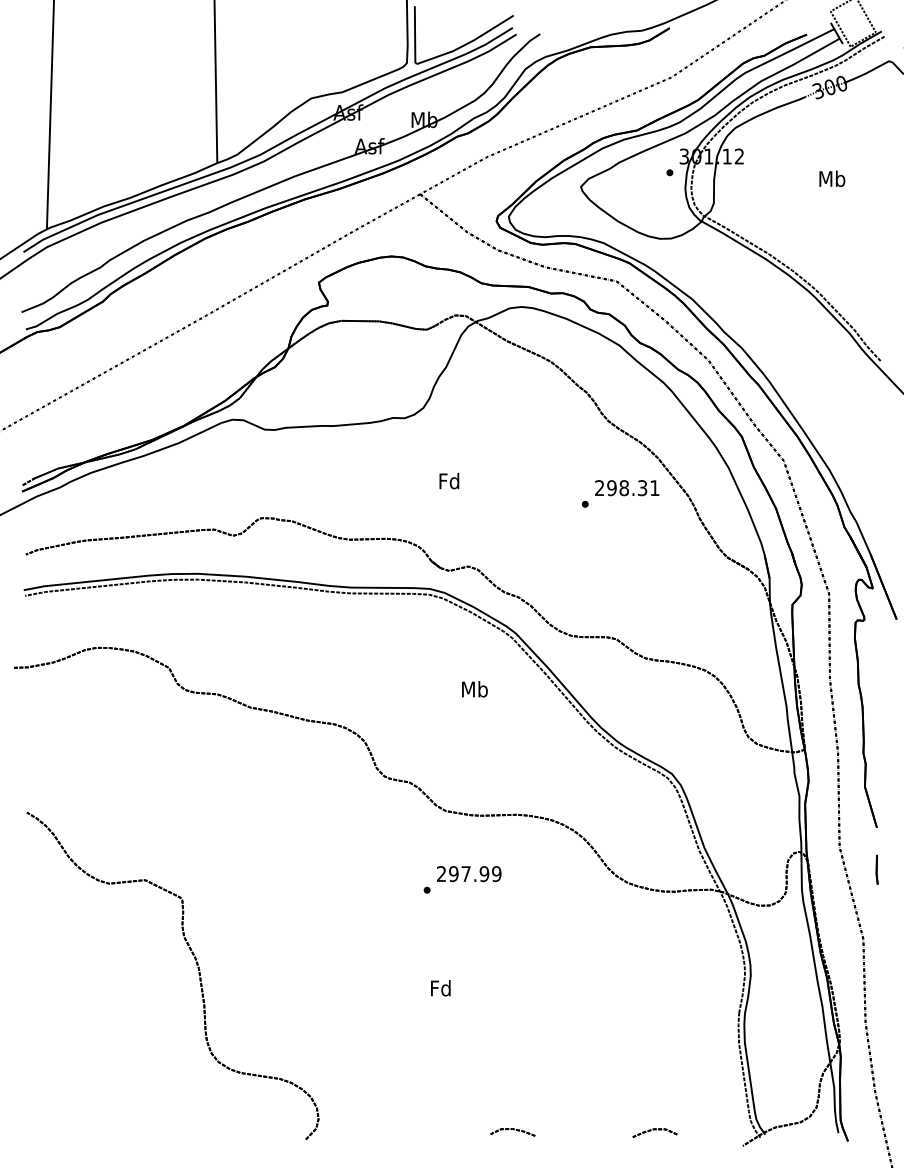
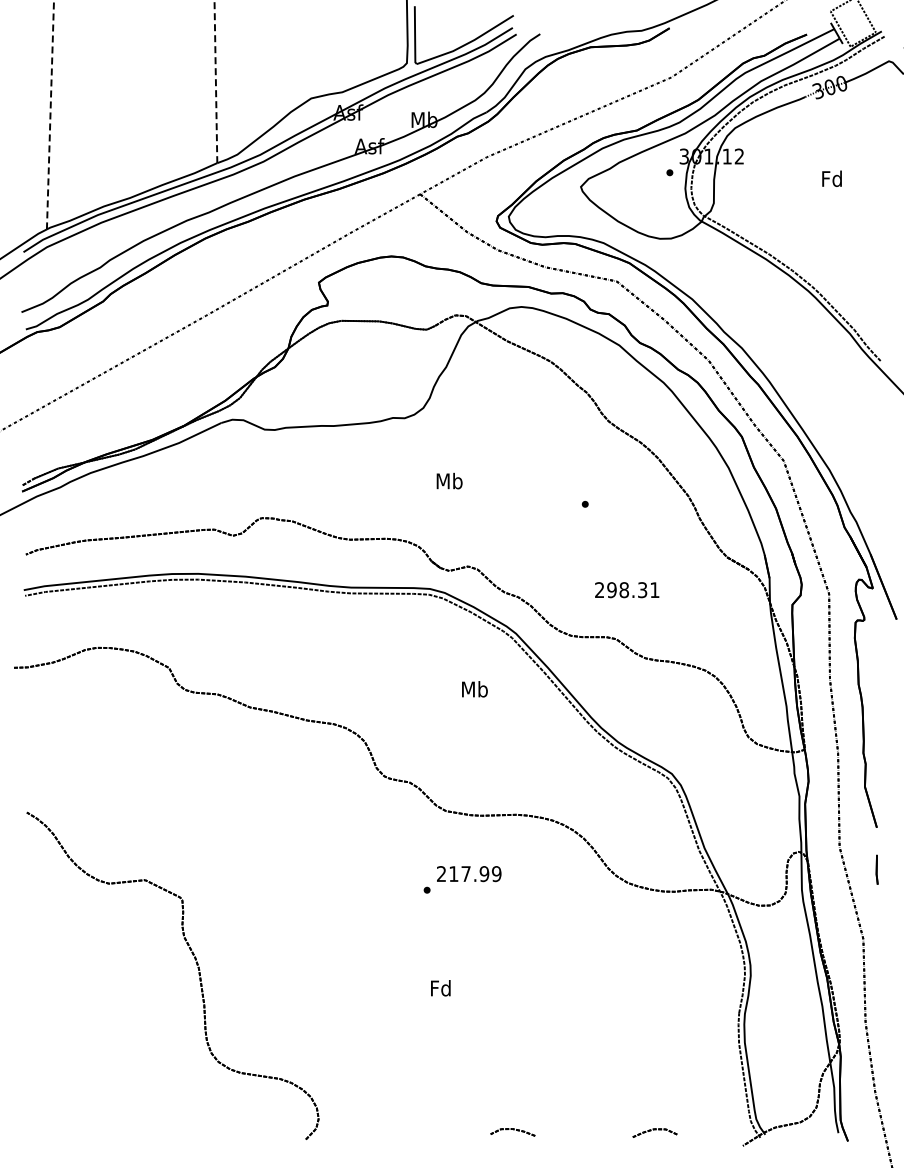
line at (215, 81): solid -> dashed
line at (50, 114): solid -> dashed
text at (832, 178): Mb -> Fd
text at (449, 480): Fd -> Mb
text at (627, 488) position: (627, 488) -> (627, 590)
text at (453, 874): 297.99 -> 217.99
